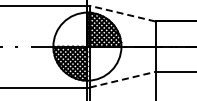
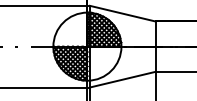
line at (122, 13): dashed -> solid
line at (122, 79): dashed -> solid
